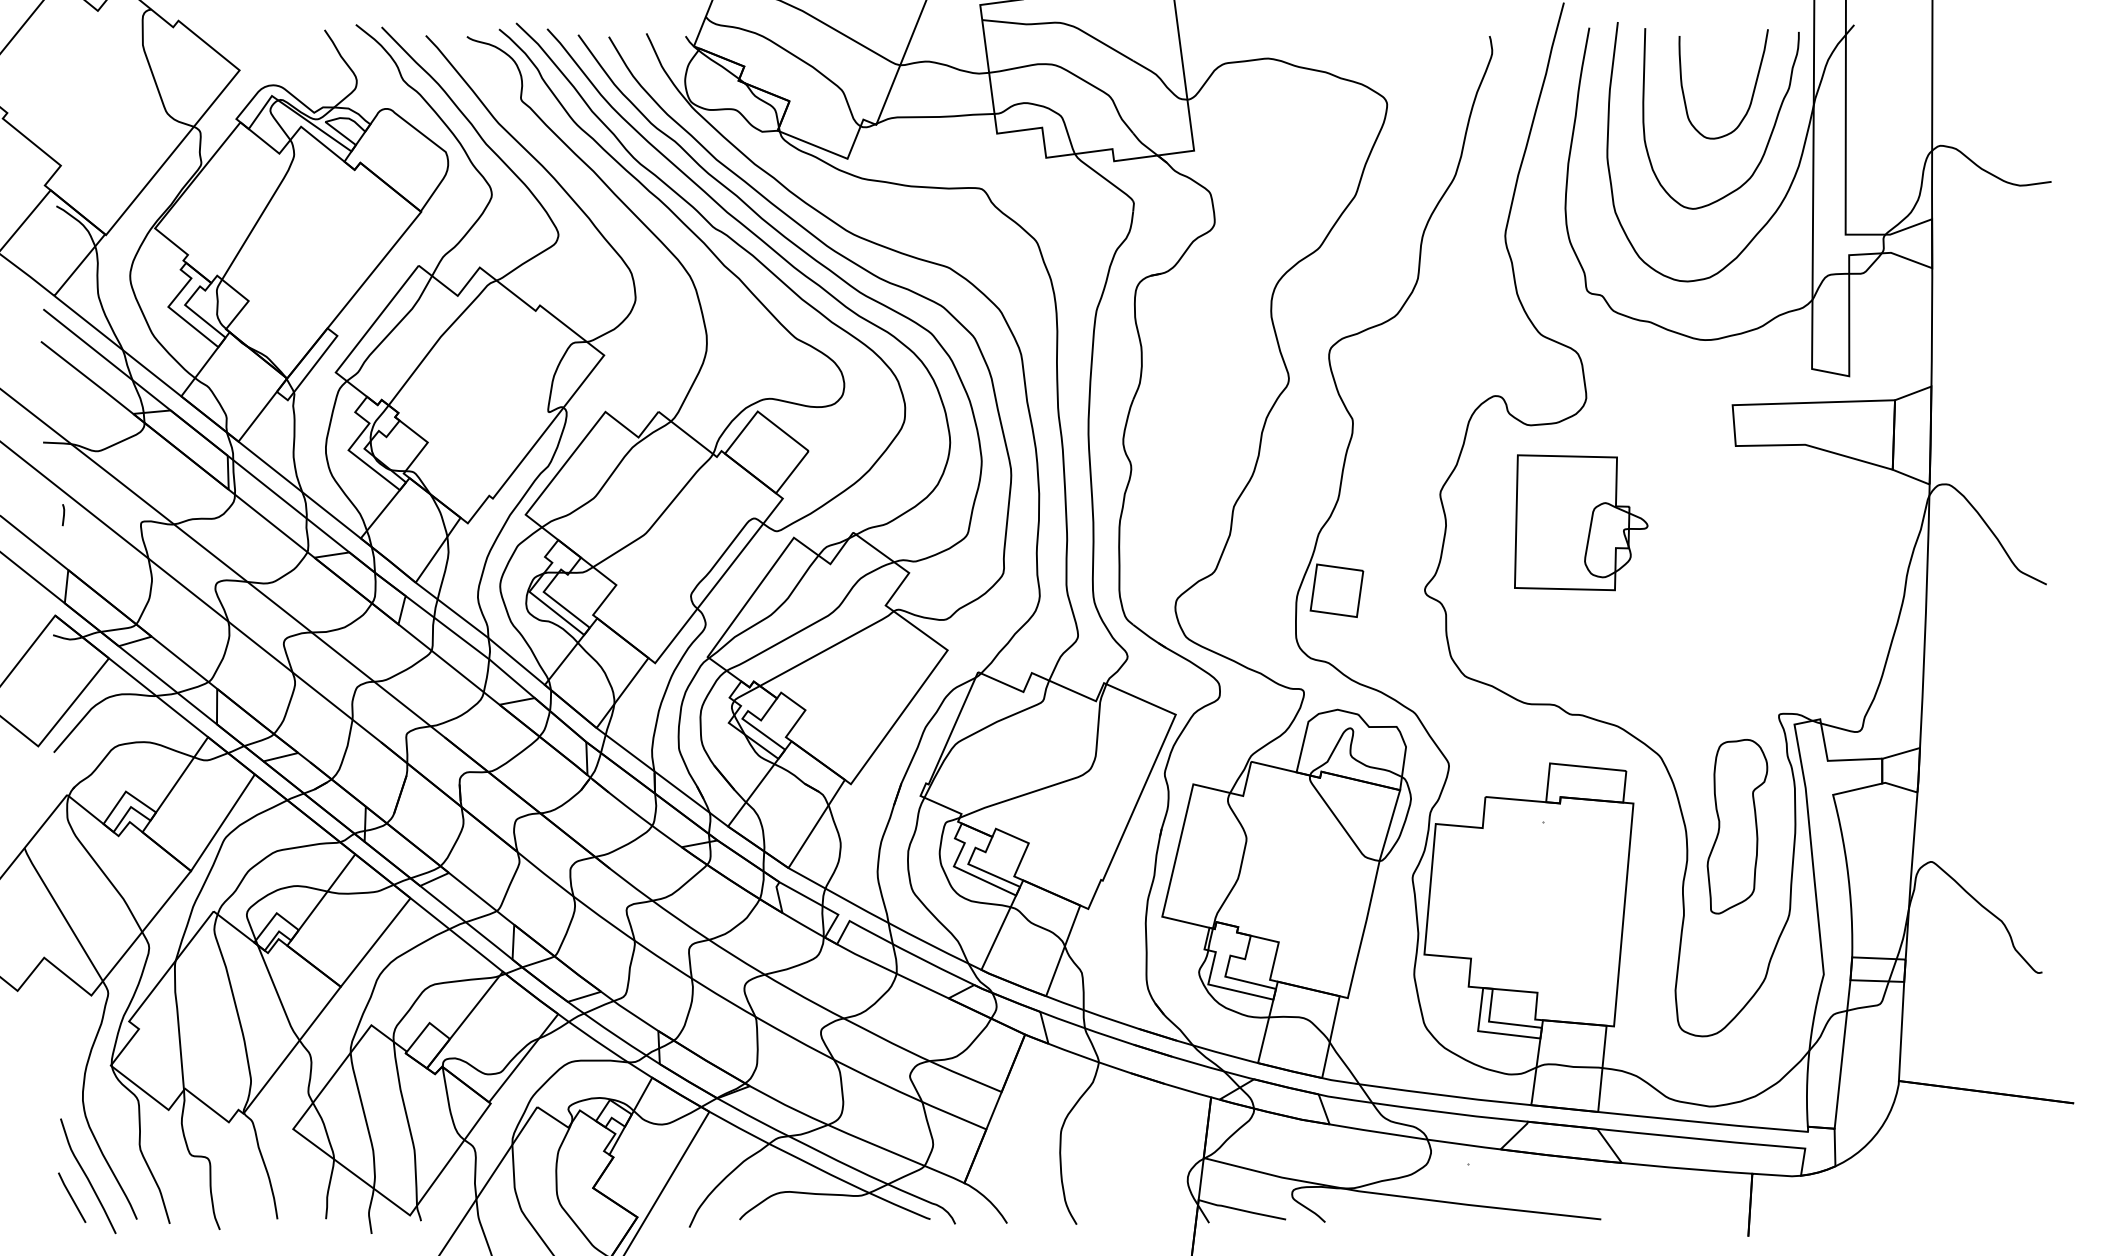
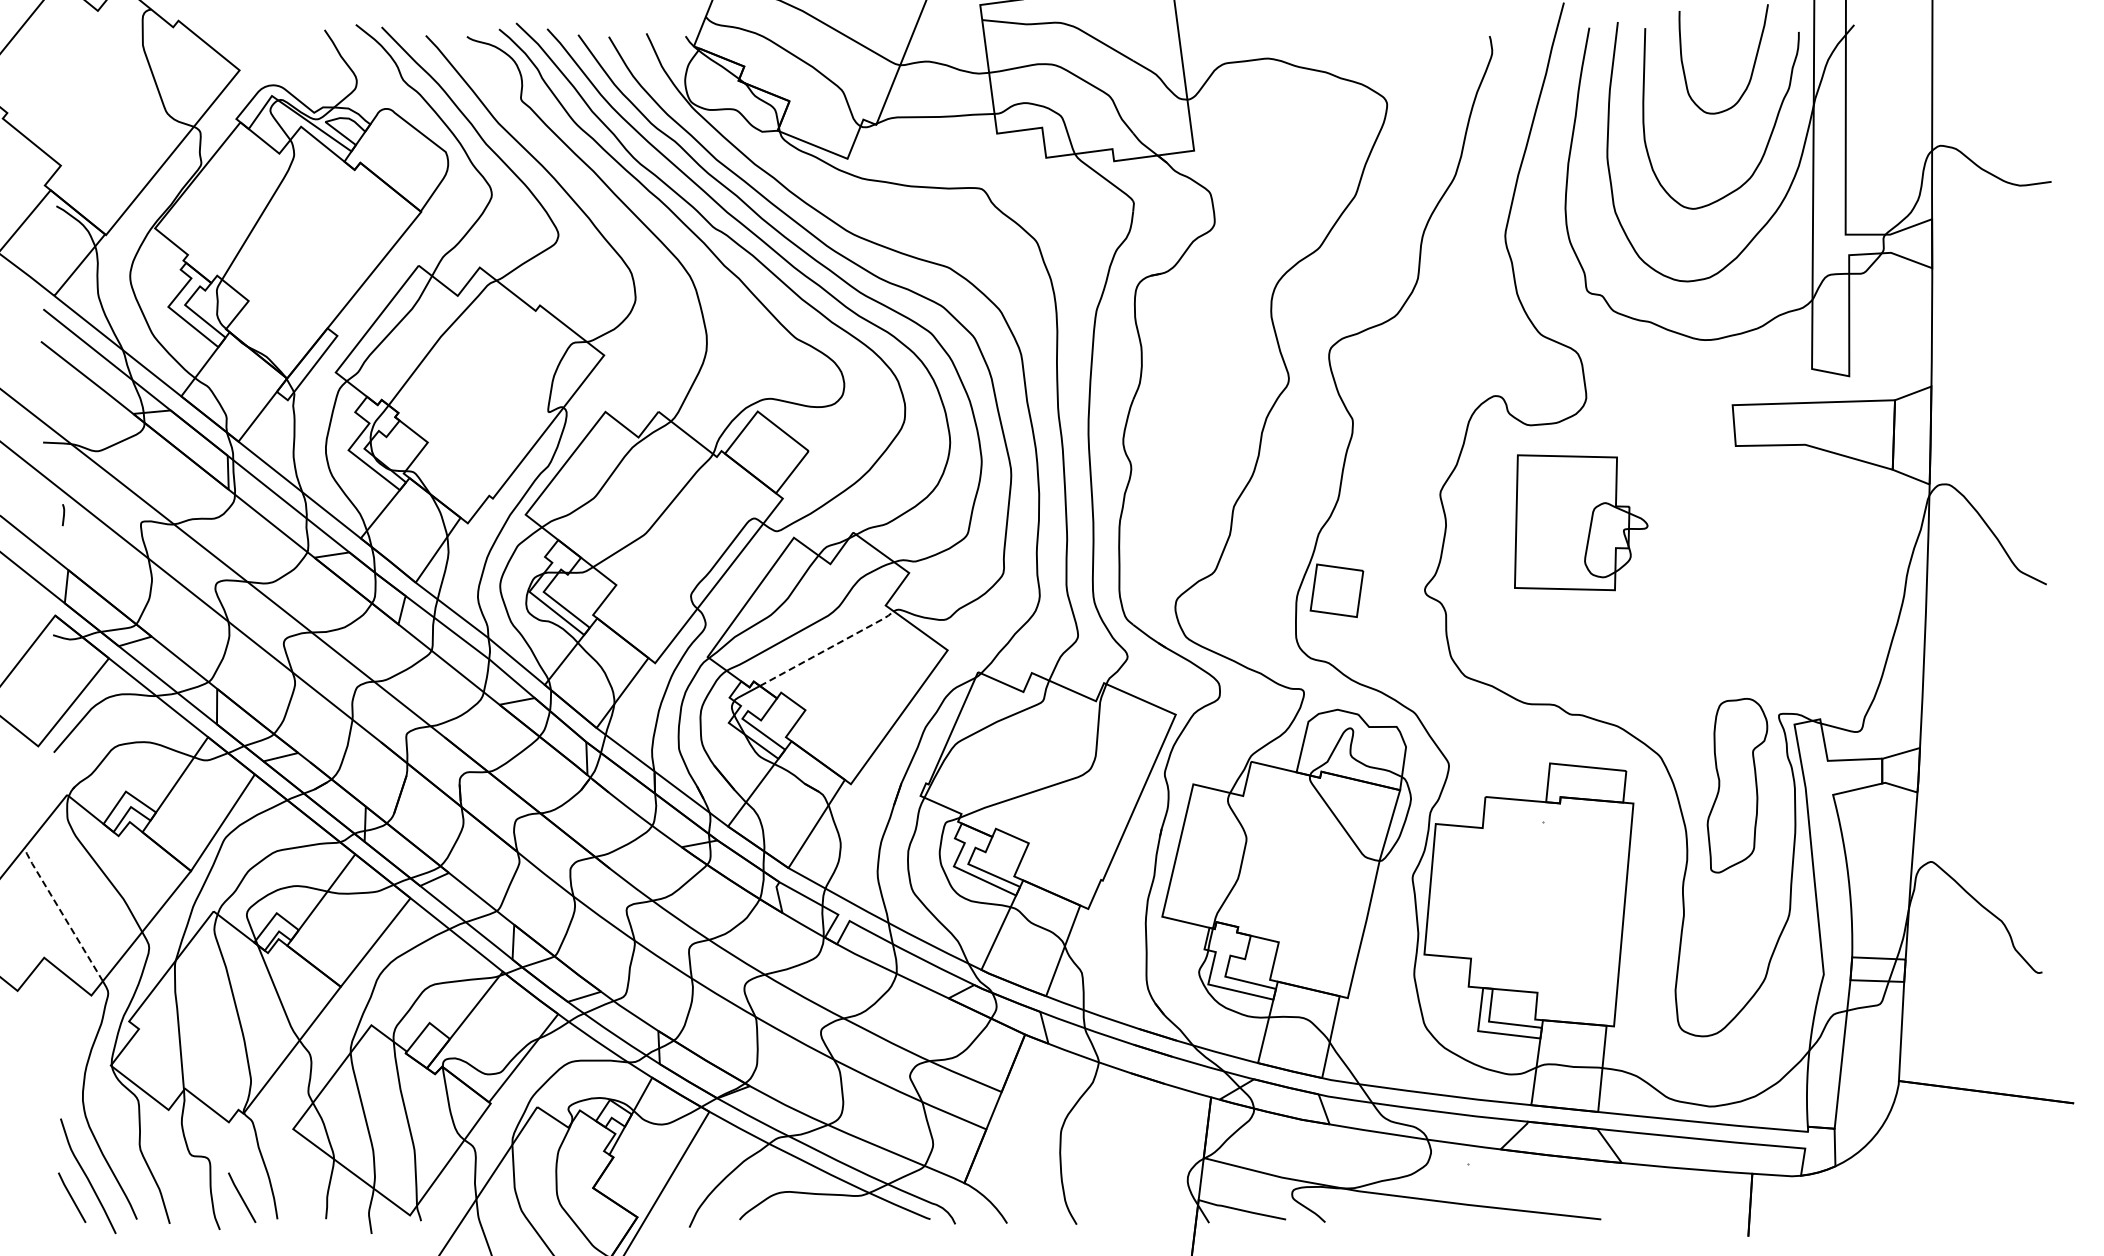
curve at (1752, 92) position: (1752, 92) -> (1752, 67)
line at (828, 648): solid -> dashed
part at (1737, 826) position: (1737, 826) -> (1737, 785)
line at (61, 913): solid -> dashed
line at (242, 1197): none -> present
